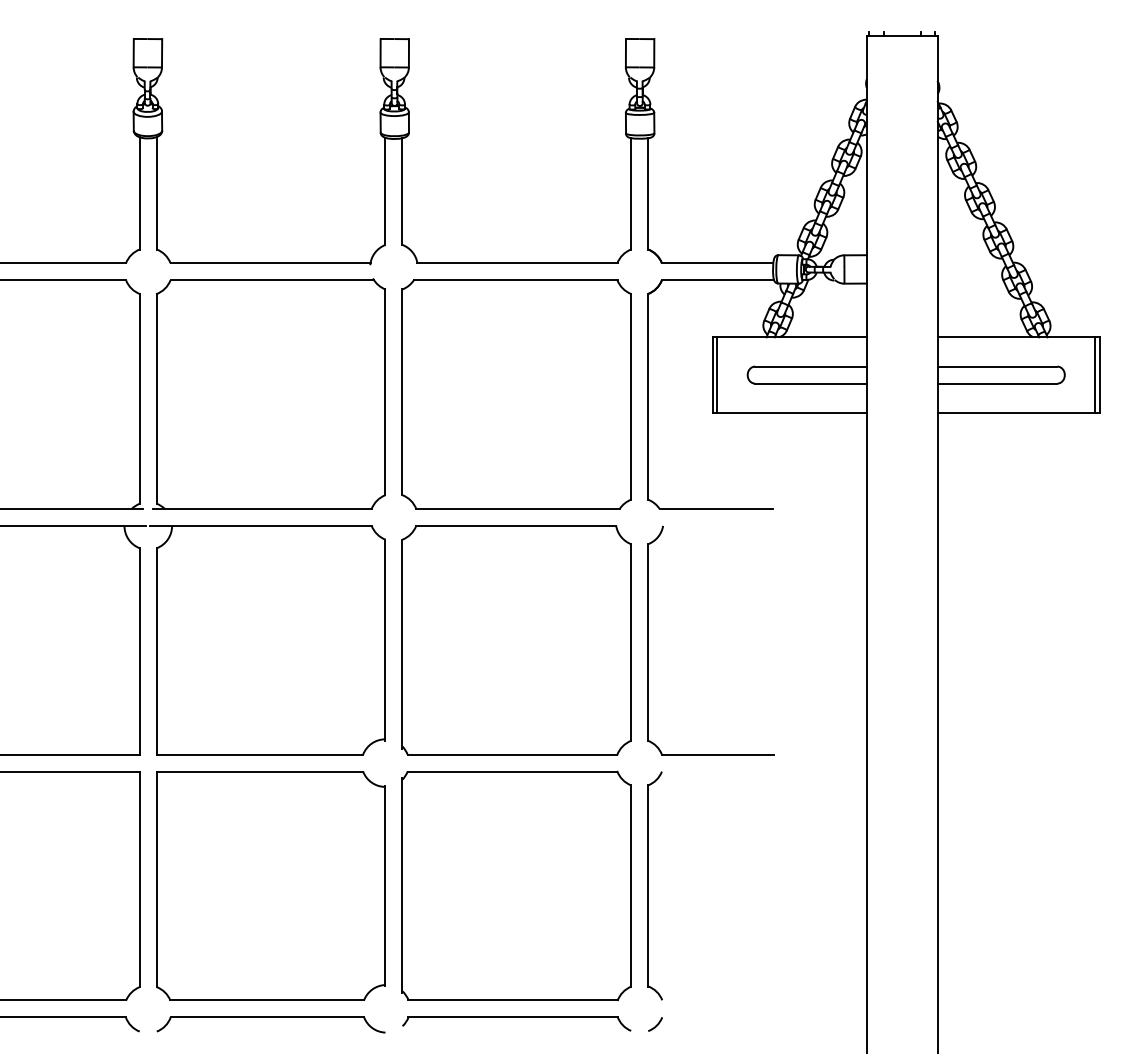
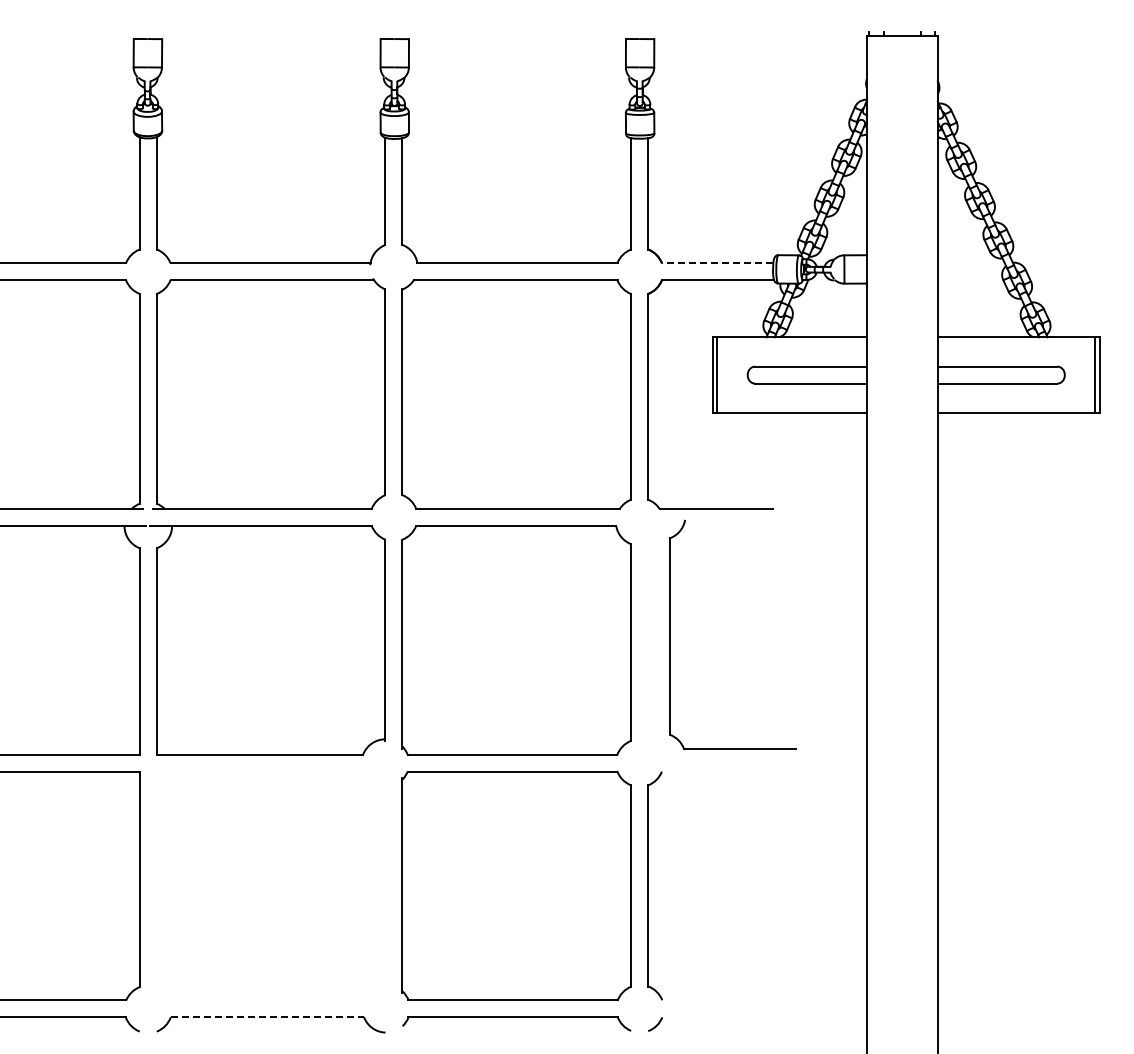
line at (717, 263): solid -> dashed
part at (648, 640) position: (648, 640) -> (670, 634)
part at (270, 885): present -> none
line at (267, 1017): solid -> dashed
